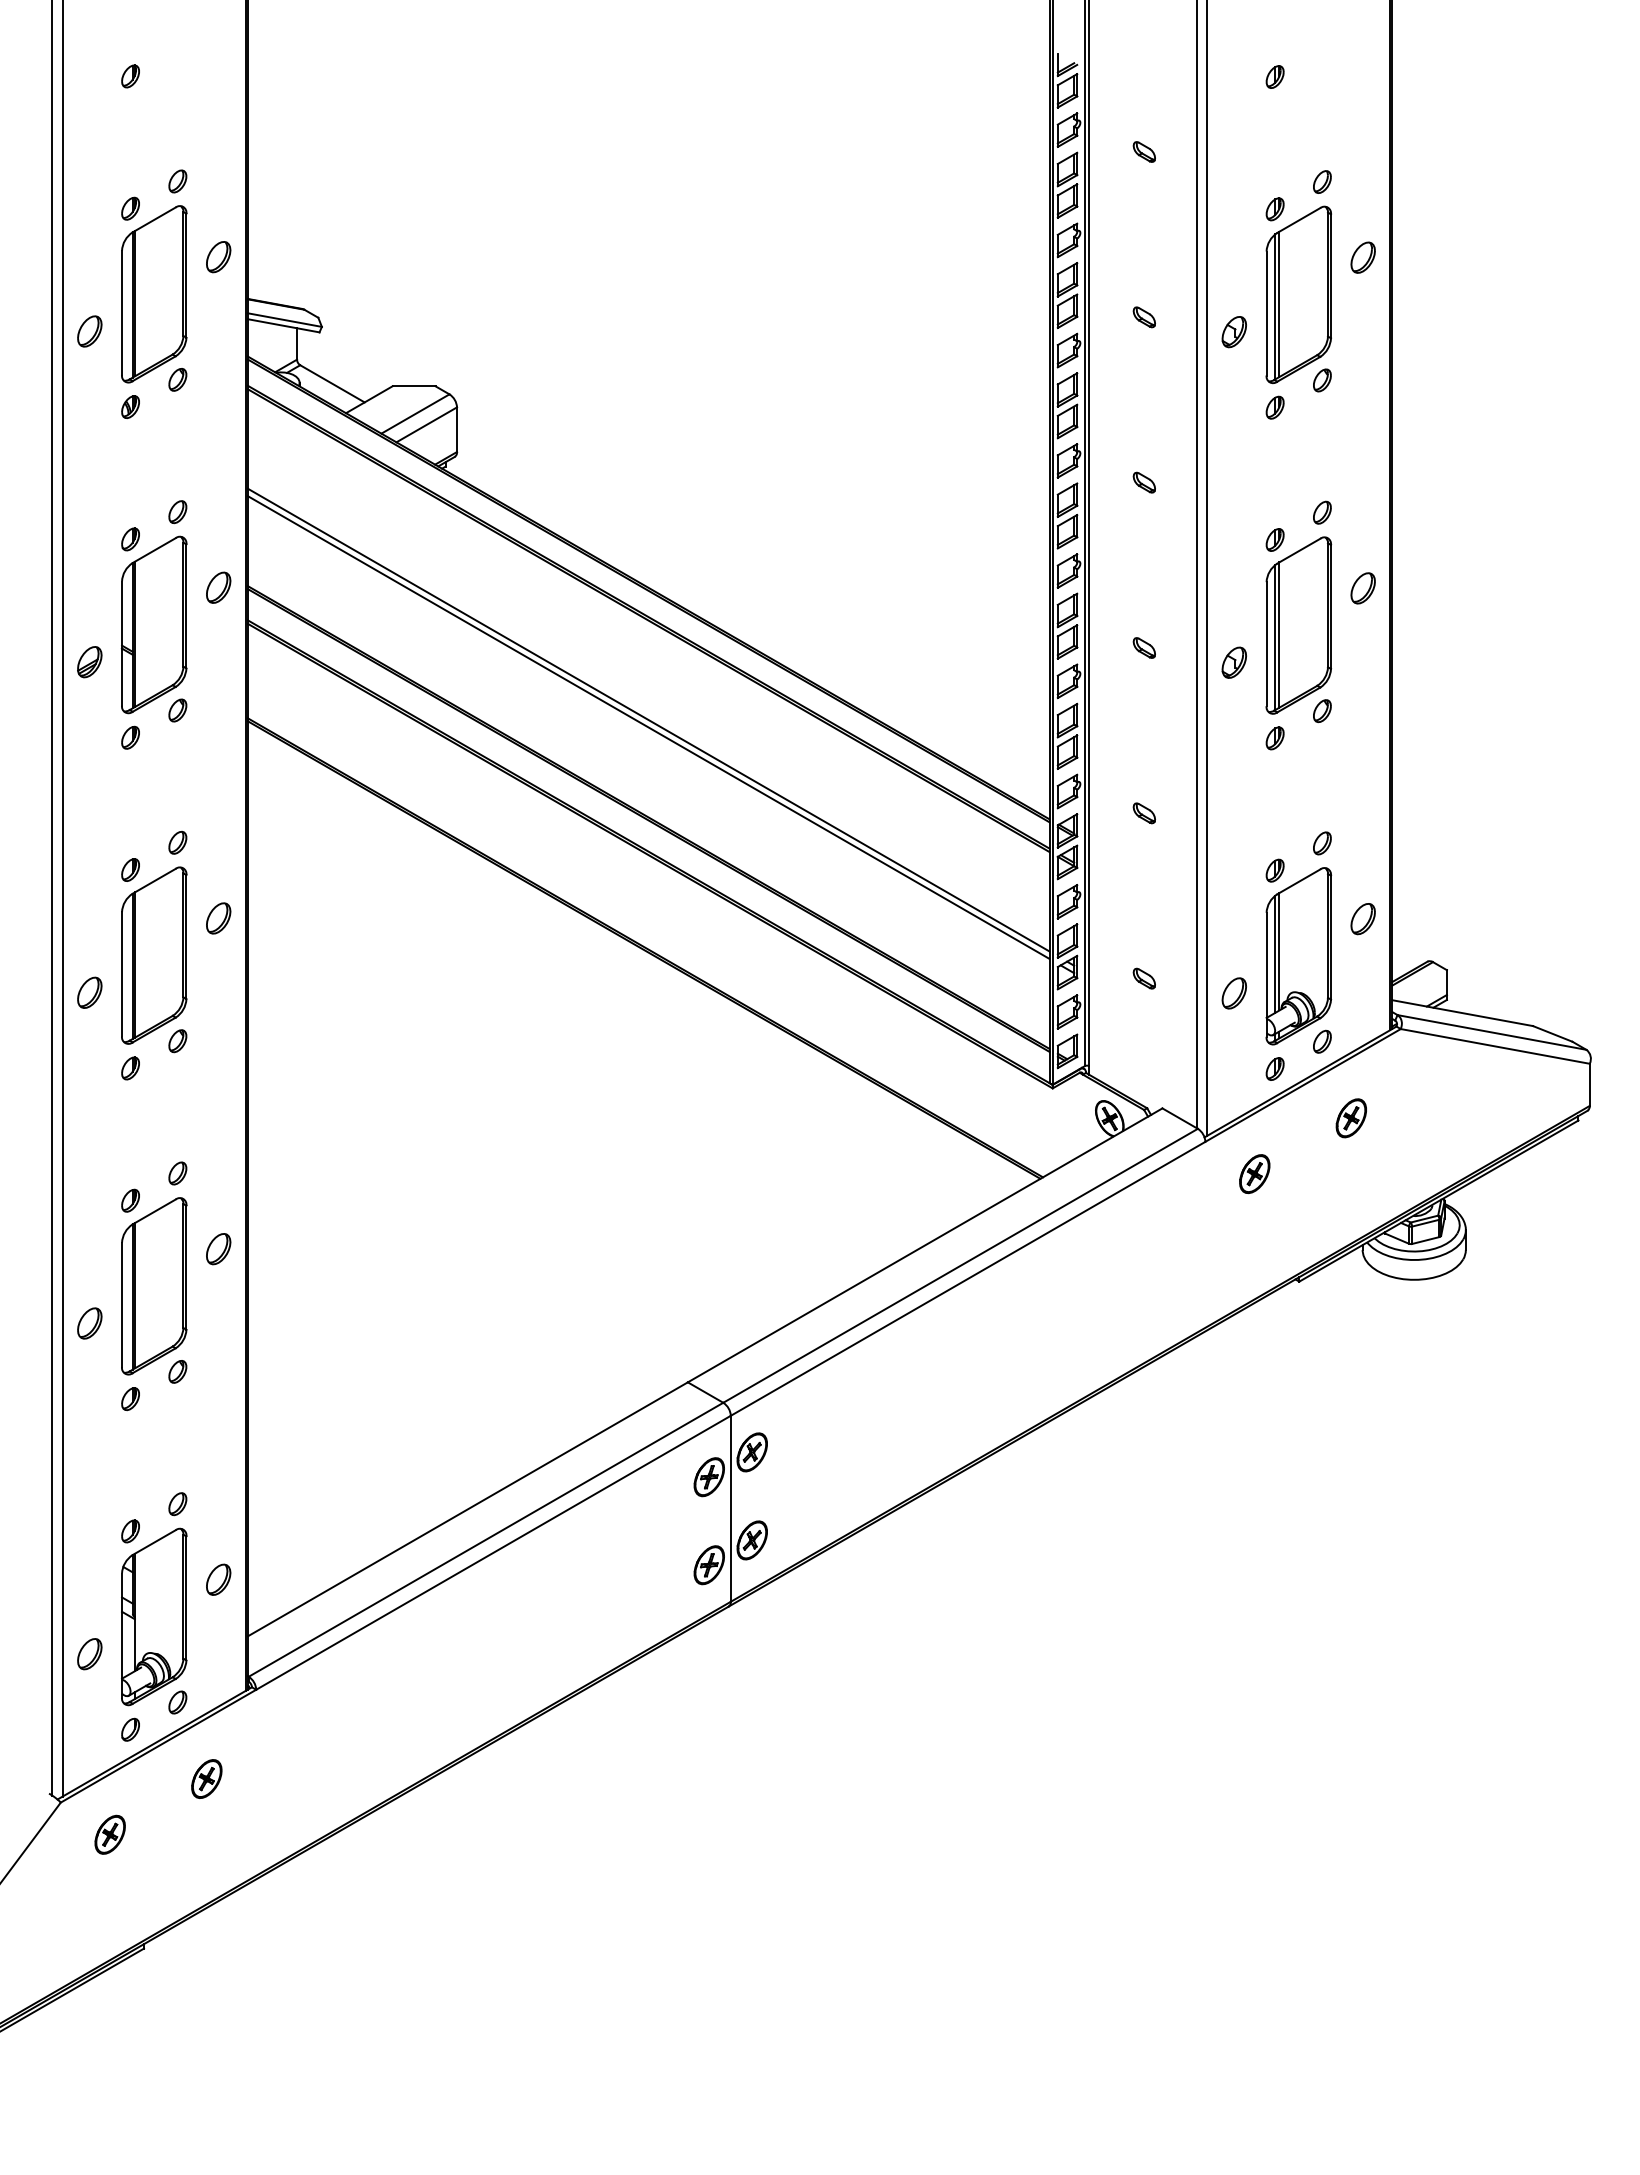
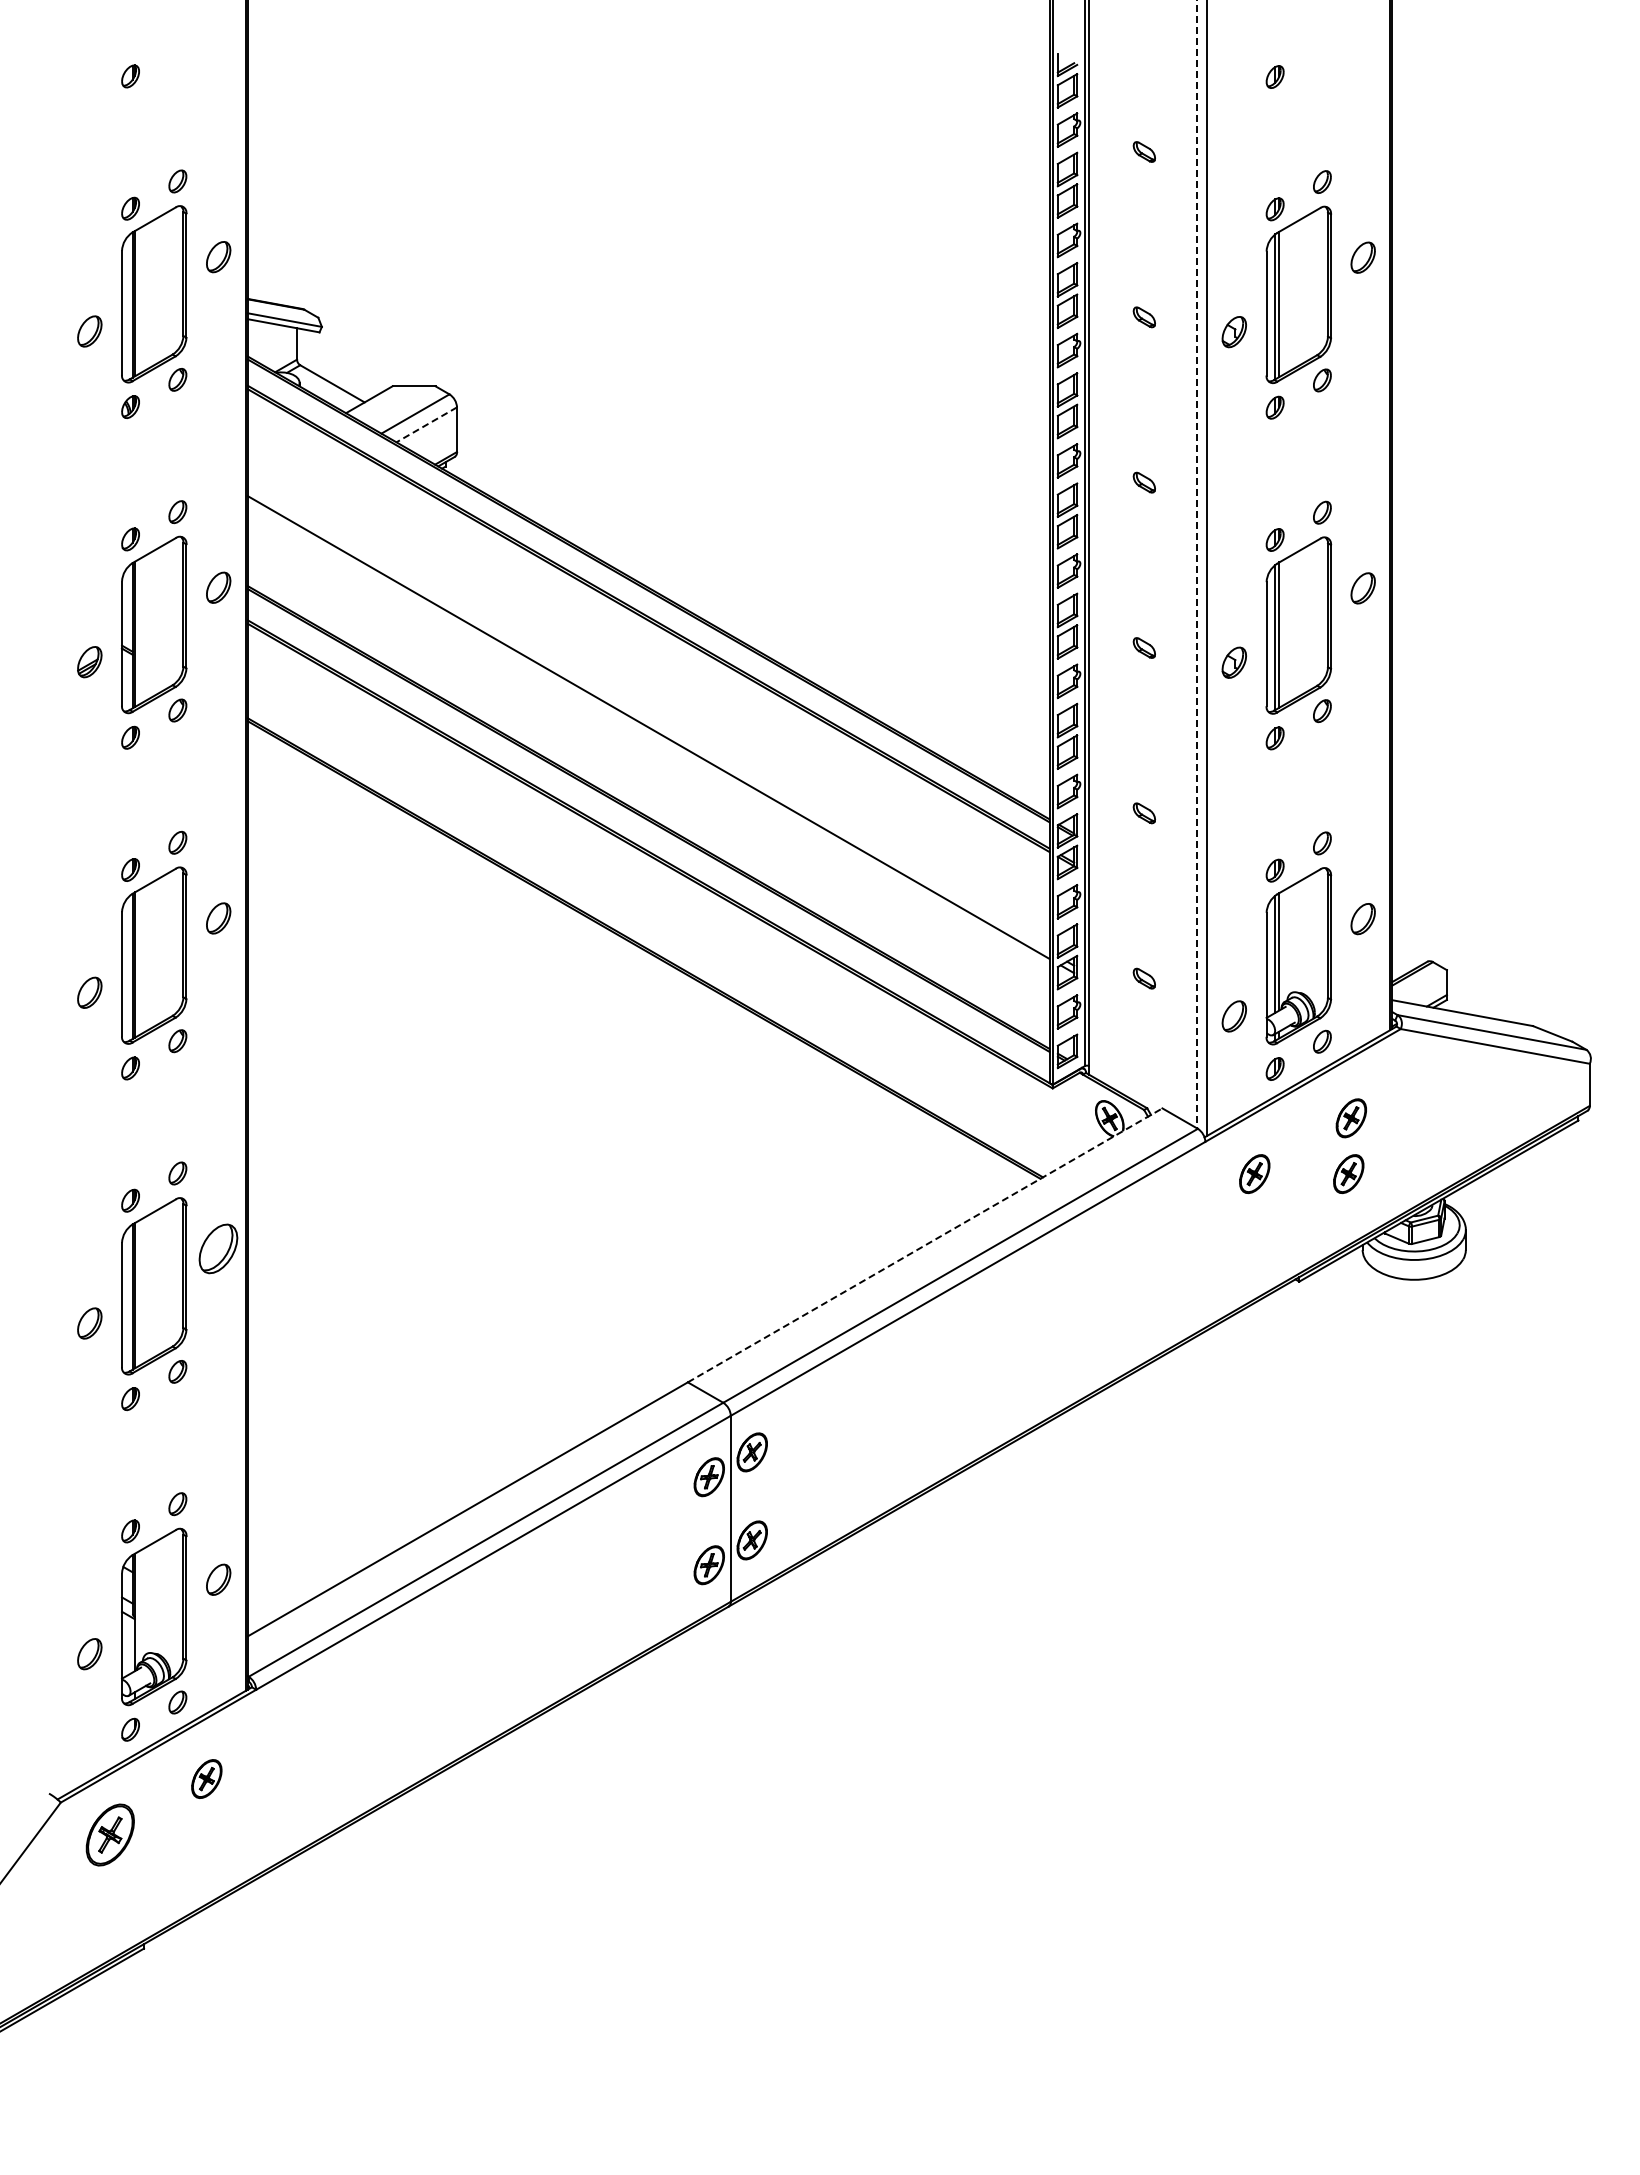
line at (426, 424): solid -> dashed
line at (1196, 564): solid -> dashed
line at (648, 719): present -> none
line at (52, 898): present -> none
line at (62, 899): present -> none
part at (1233, 993) position: (1233, 993) -> (1233, 1016)
part at (1348, 1174): none -> present
line at (925, 1245): solid -> dashed
part at (218, 1249) size: 26x33 px -> 41x52 px
part at (109, 1834) size: 32x41 px -> 50x64 px
